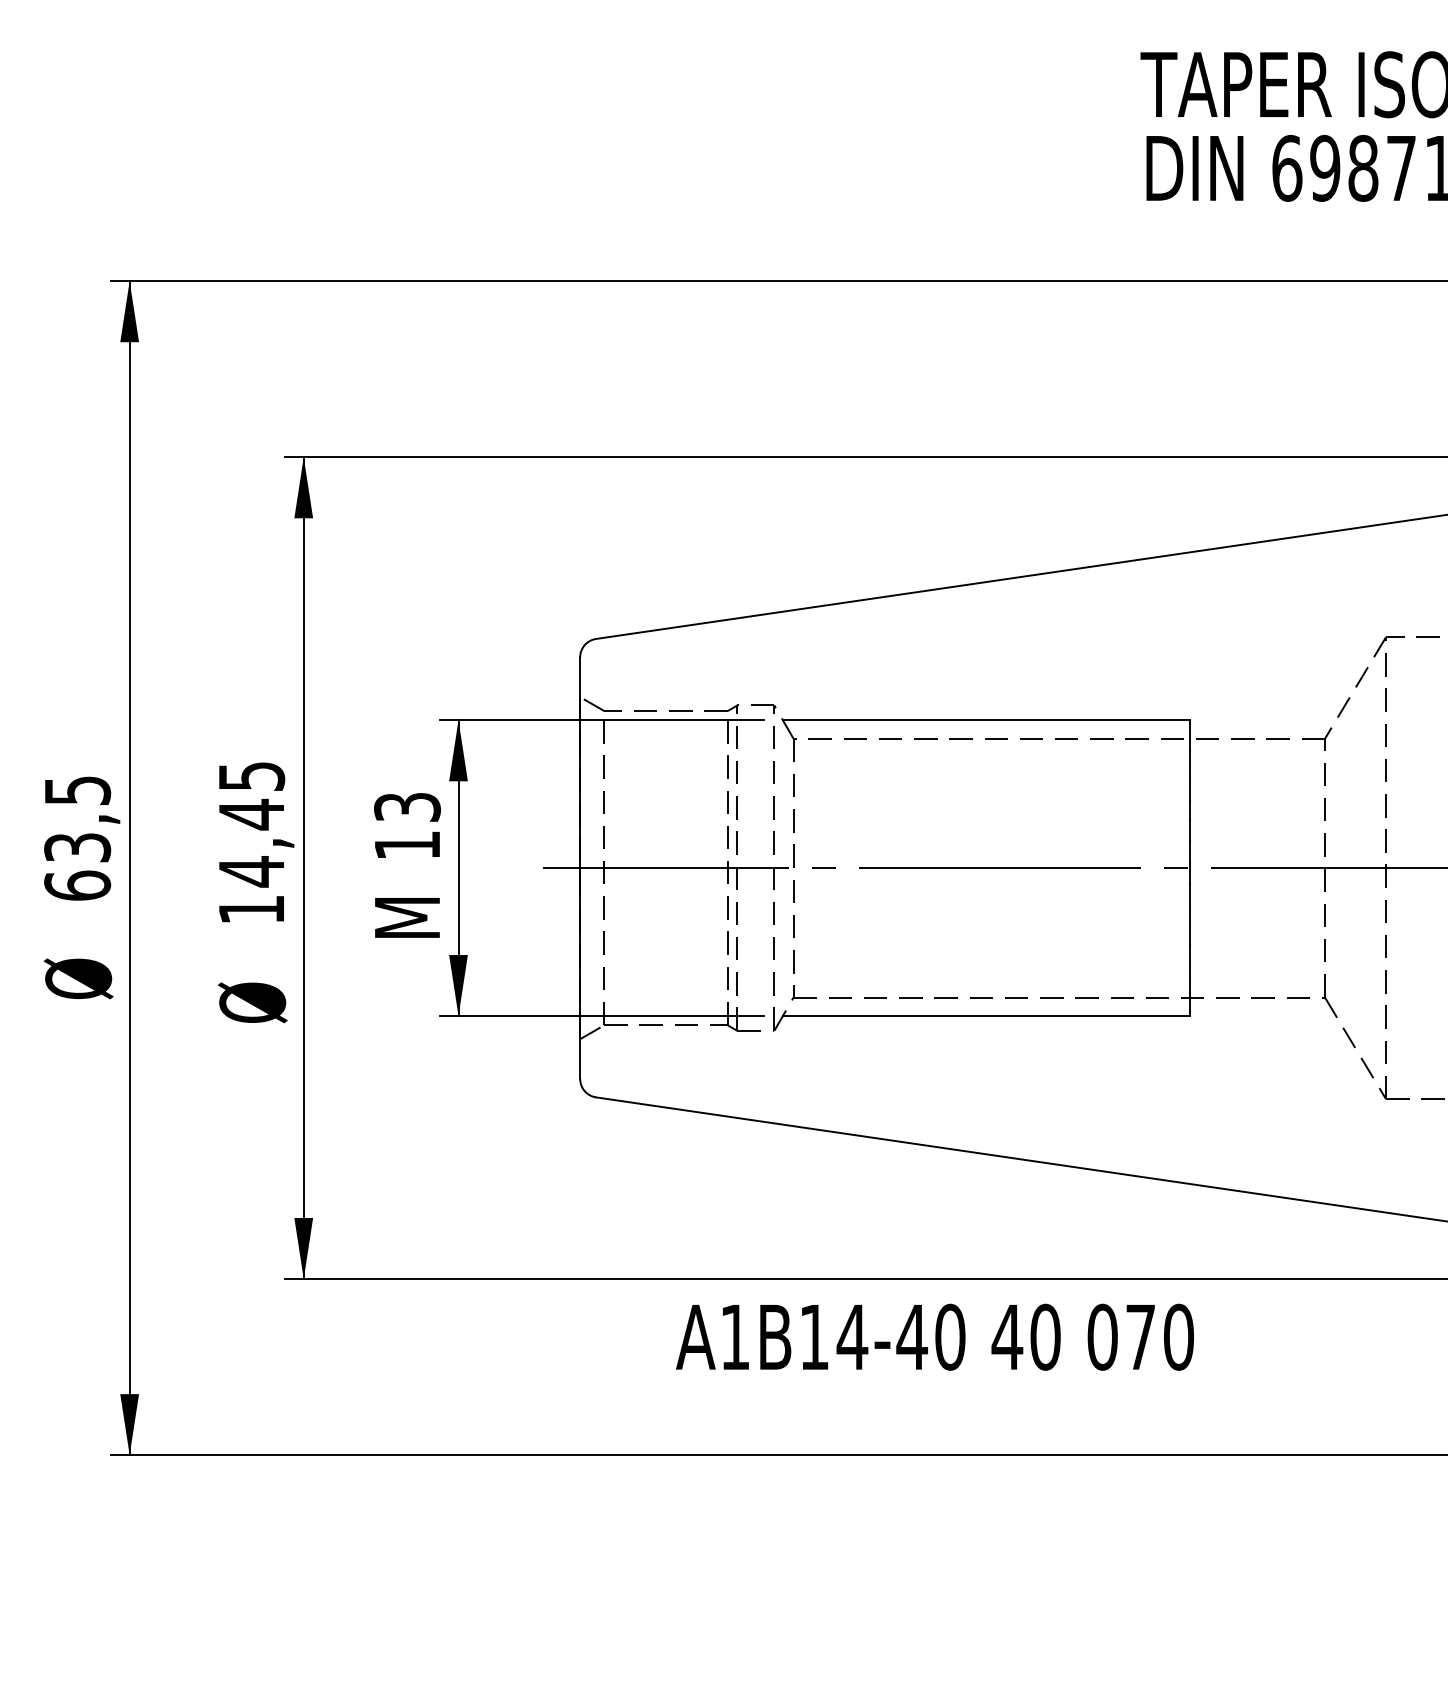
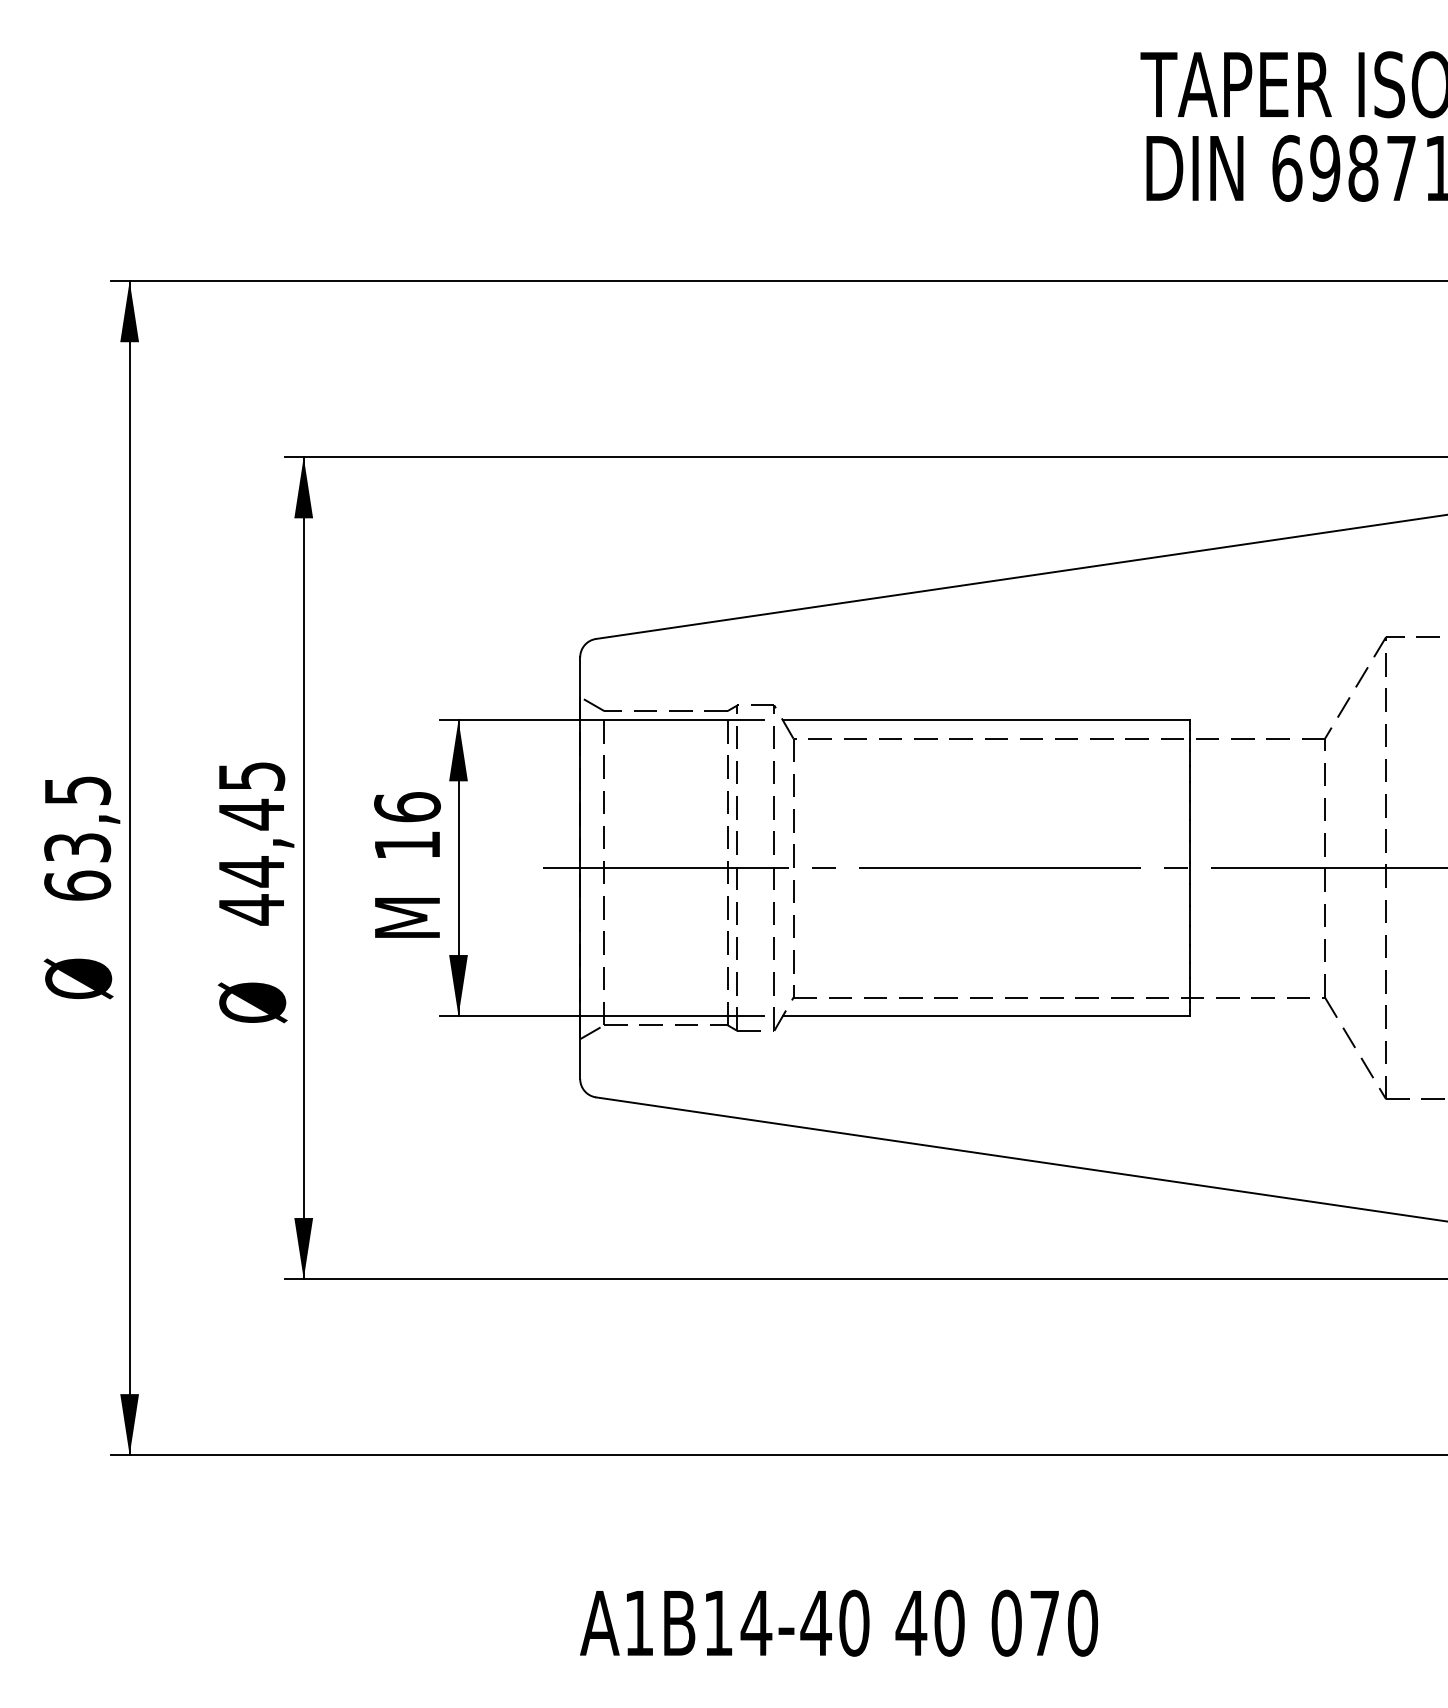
text at (407, 807): 13 -> 16
text at (251, 909): 14,45 -> 44,45
text at (934, 1336) position: (934, 1336) -> (838, 1622)
